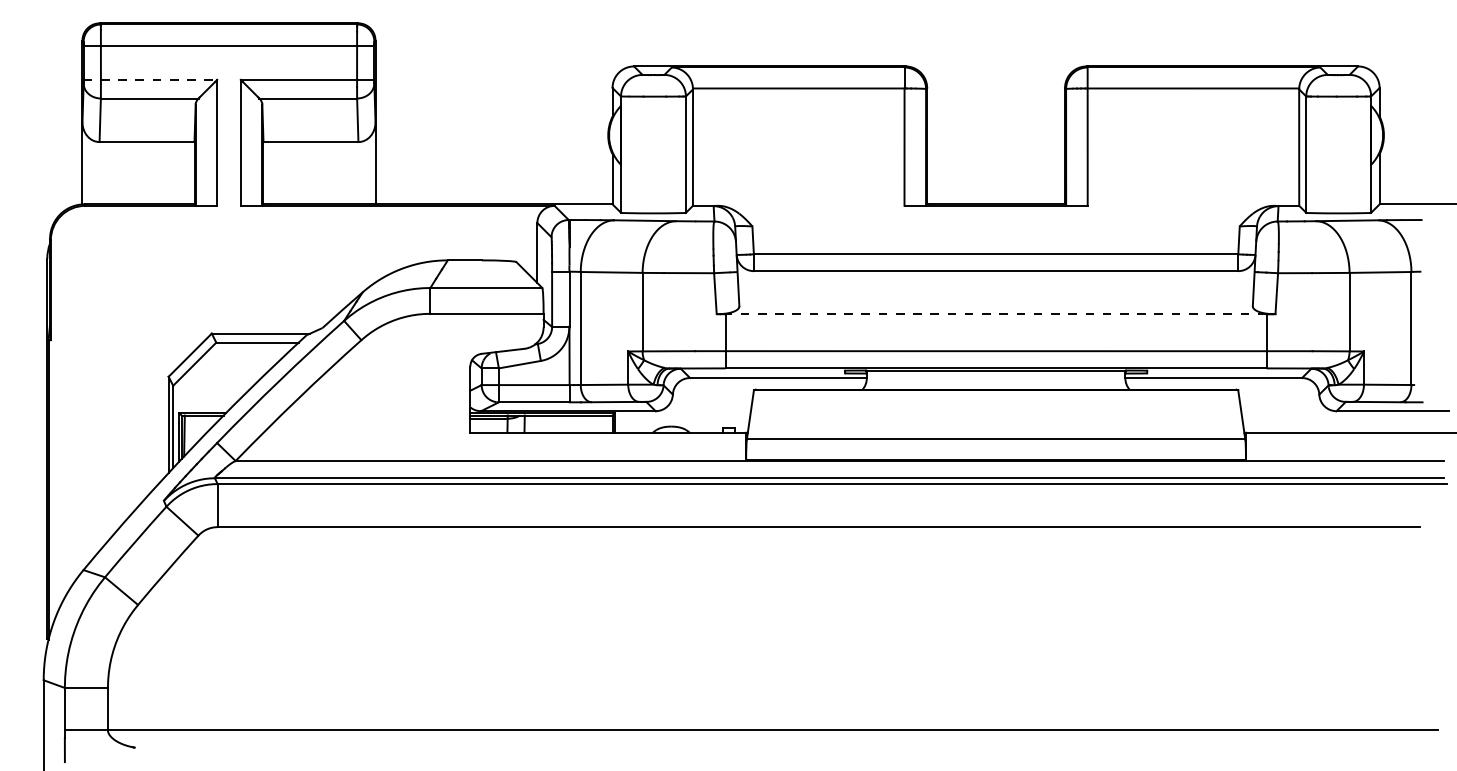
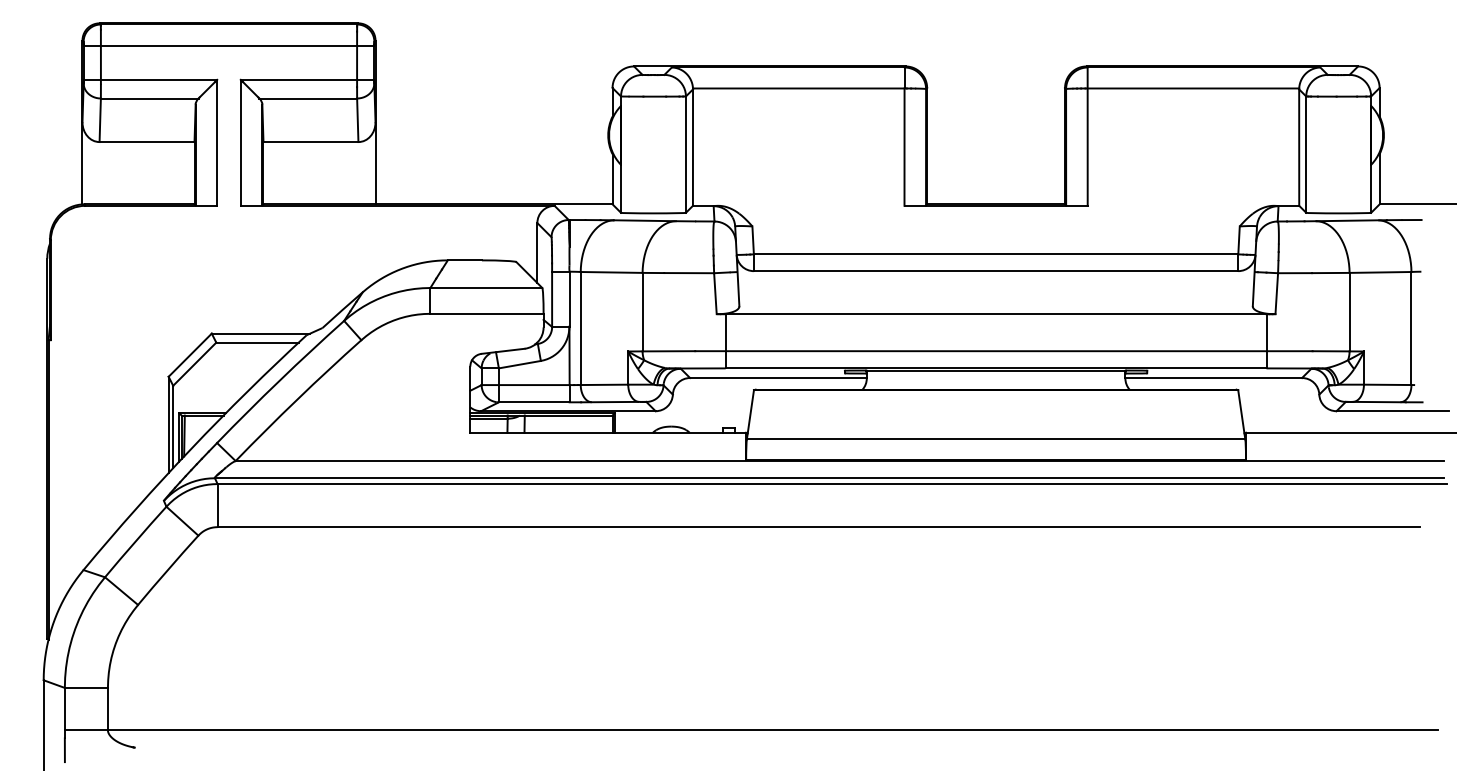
line at (150, 79): dashed -> solid
line at (994, 314): dashed -> solid
